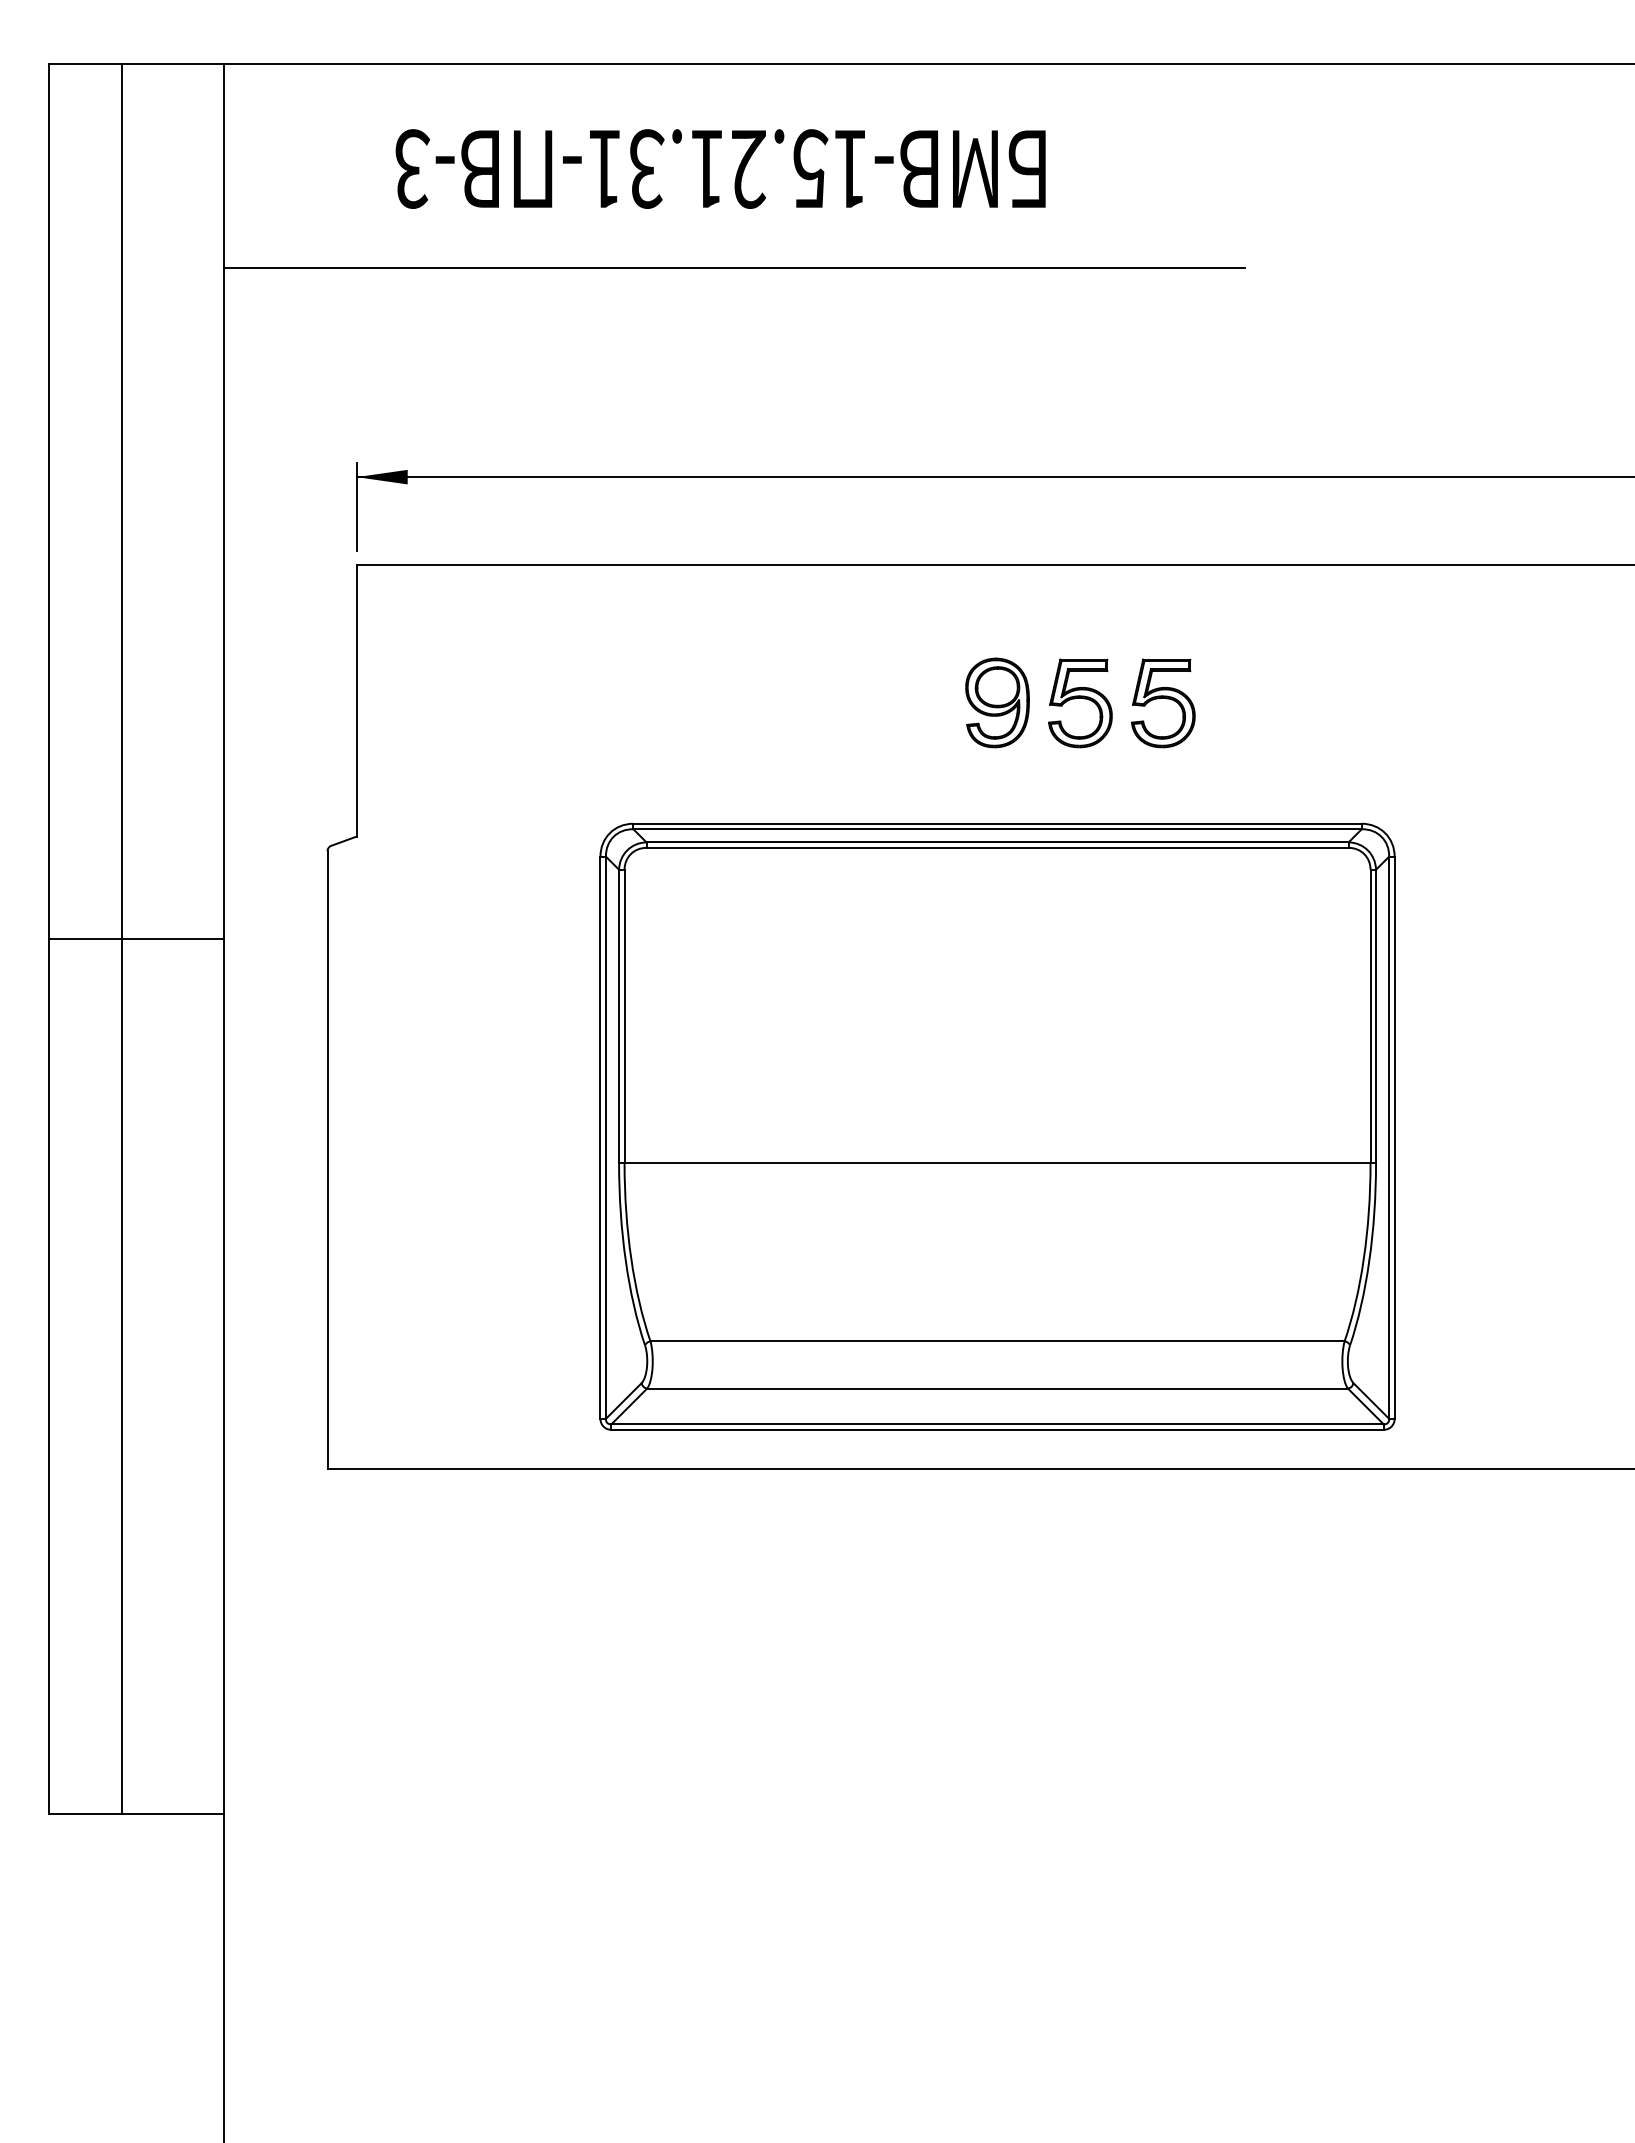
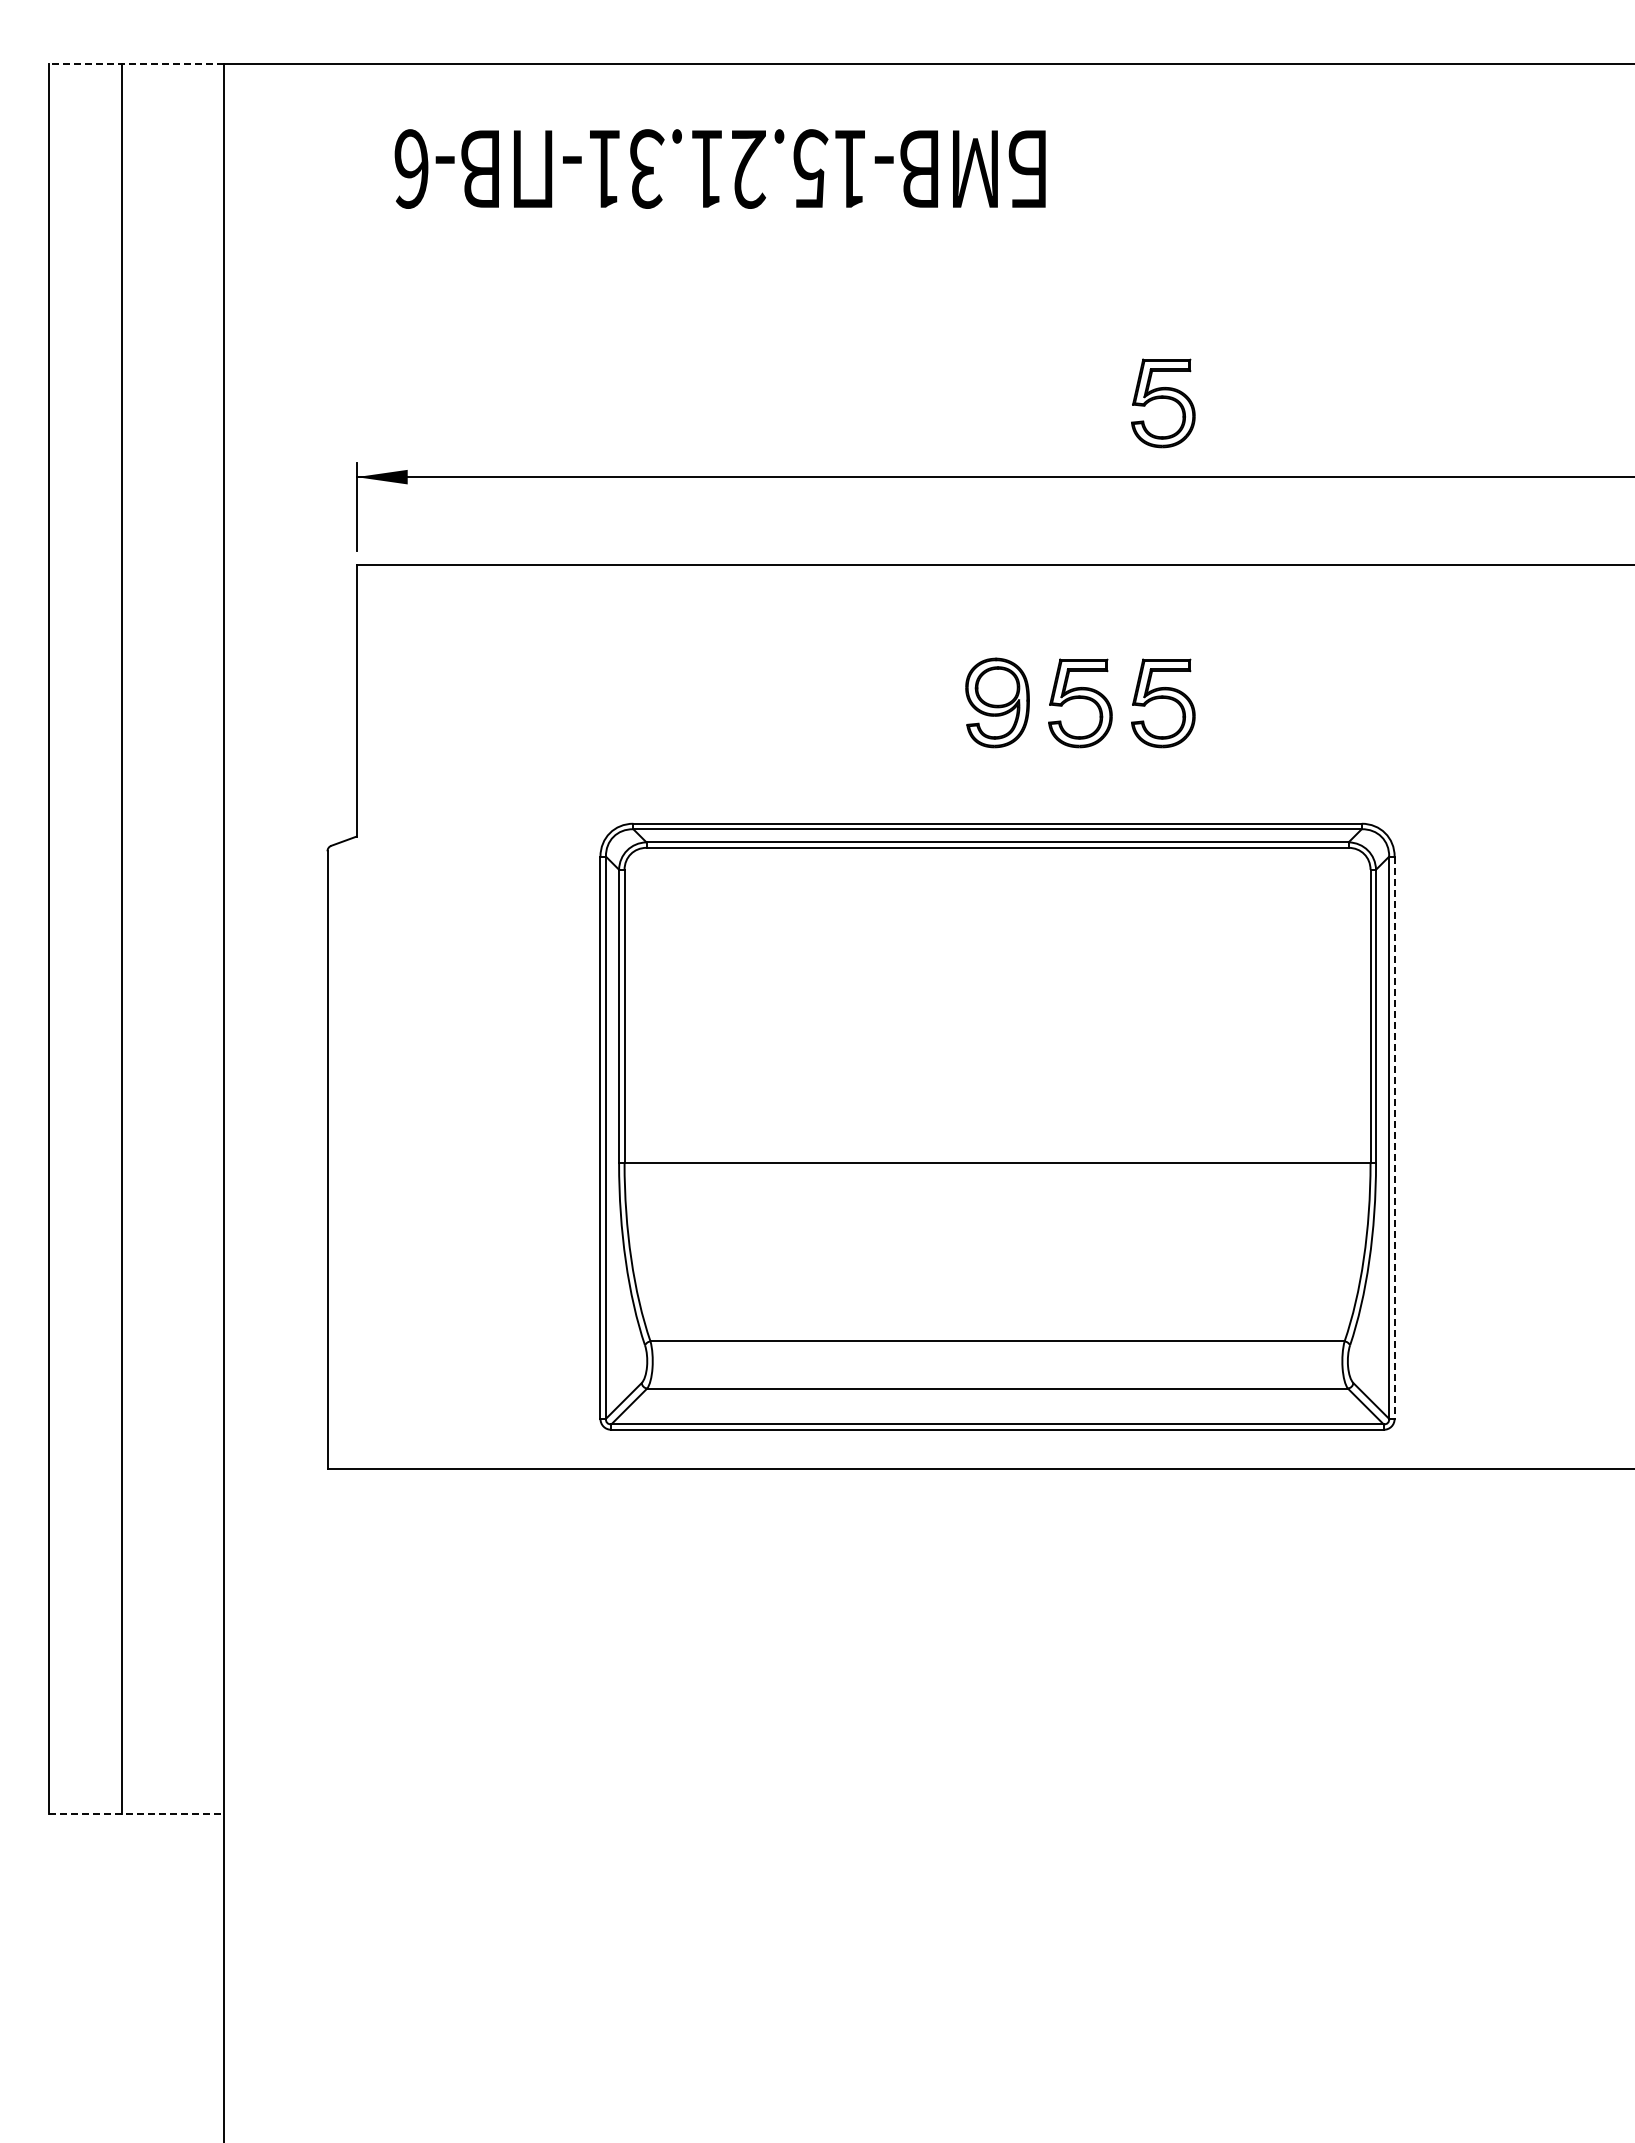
line at (136, 64): solid -> dashed
text at (412, 168): -3 -> -6
line at (734, 268): present -> none
part at (1163, 403): none -> present
line at (136, 939): present -> none
line at (1394, 1138): solid -> dashed
line at (137, 1814): solid -> dashed
